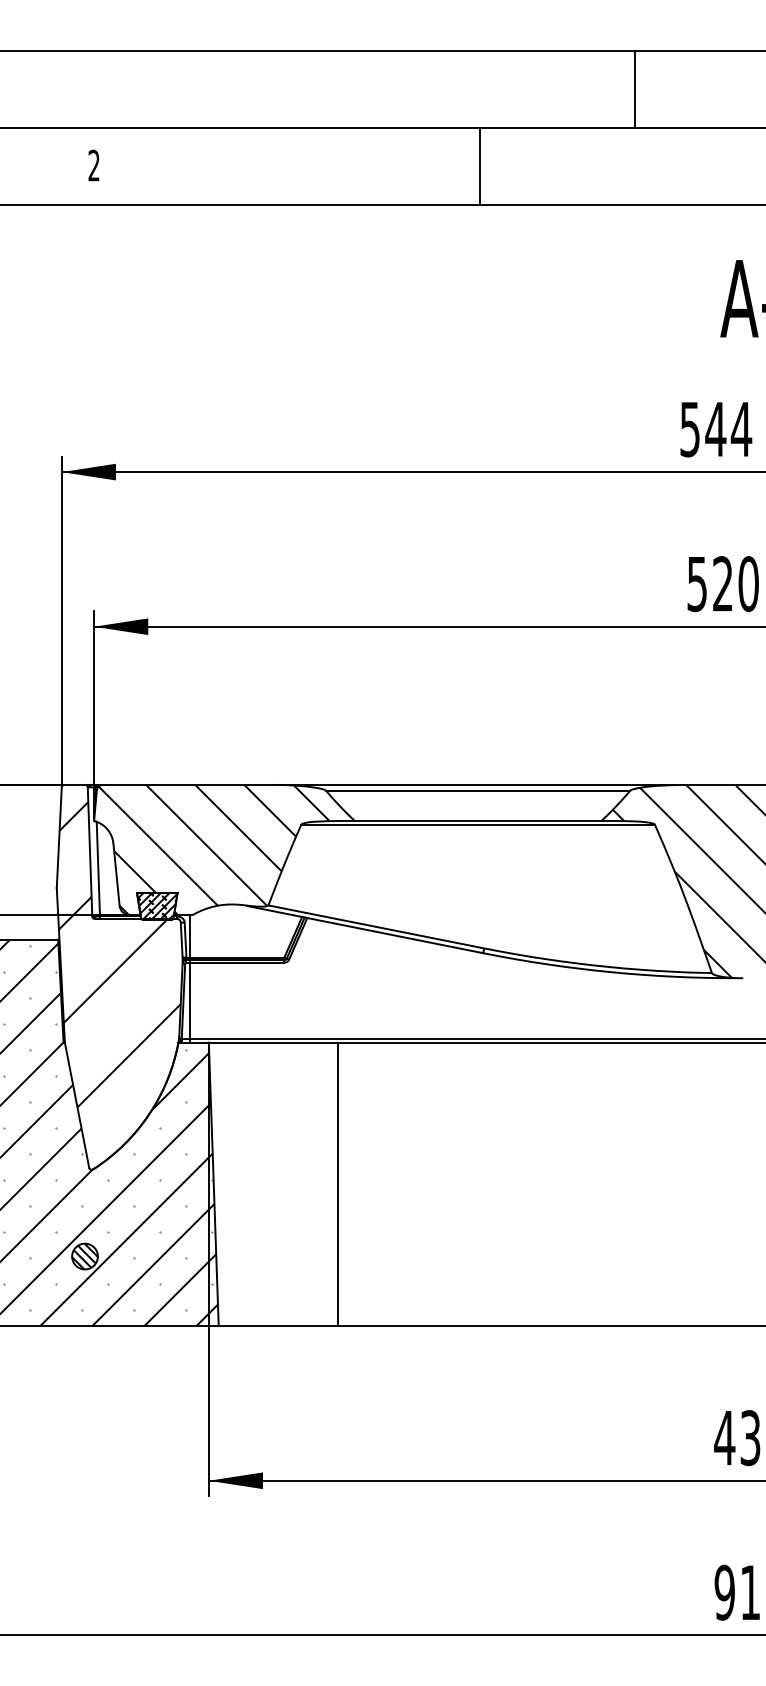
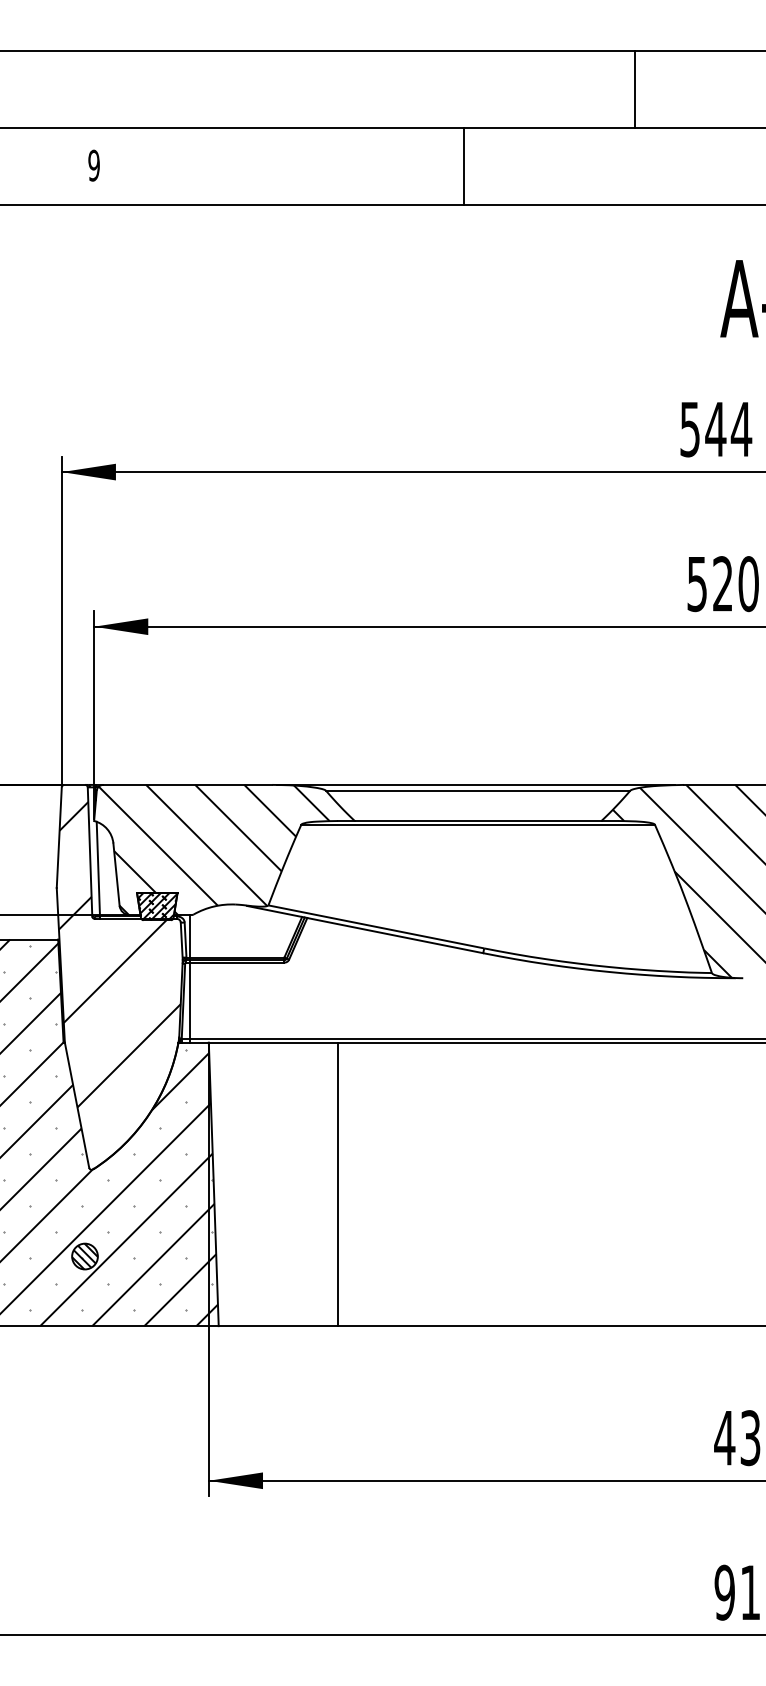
text at (93, 165): 2 -> 9
line at (480, 166) position: (480, 166) -> (464, 166)
